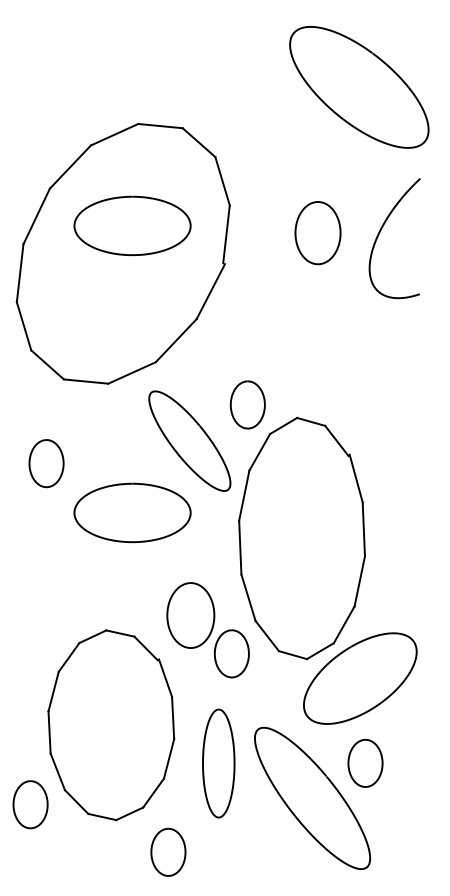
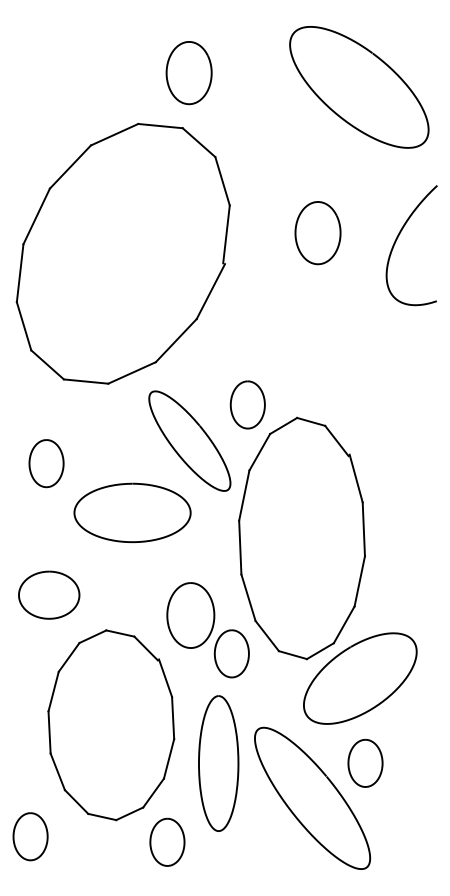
curve at (167, 73): none -> present
curve at (132, 197): present -> none
curve at (380, 232) position: (380, 232) -> (397, 239)
curve at (55, 573): none -> present
part at (218, 763) size: 34x111 px -> 42x137 px
curve at (14, 804) position: (14, 804) -> (14, 836)
curve at (152, 851) position: (152, 851) -> (151, 841)
